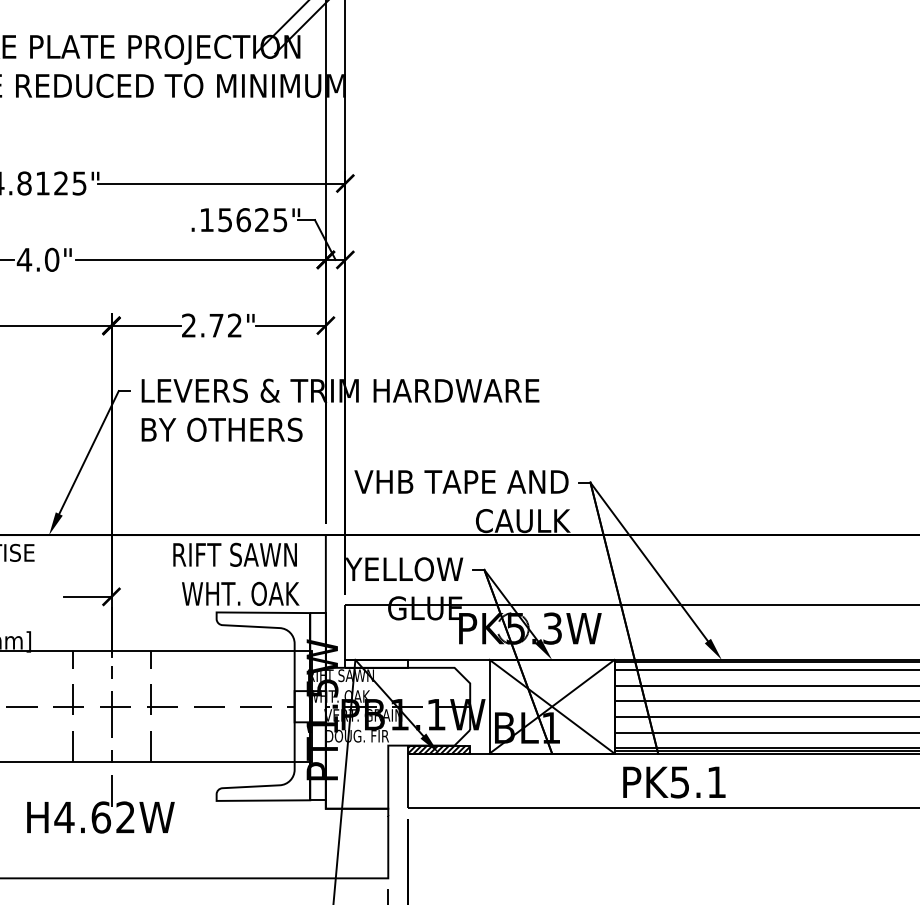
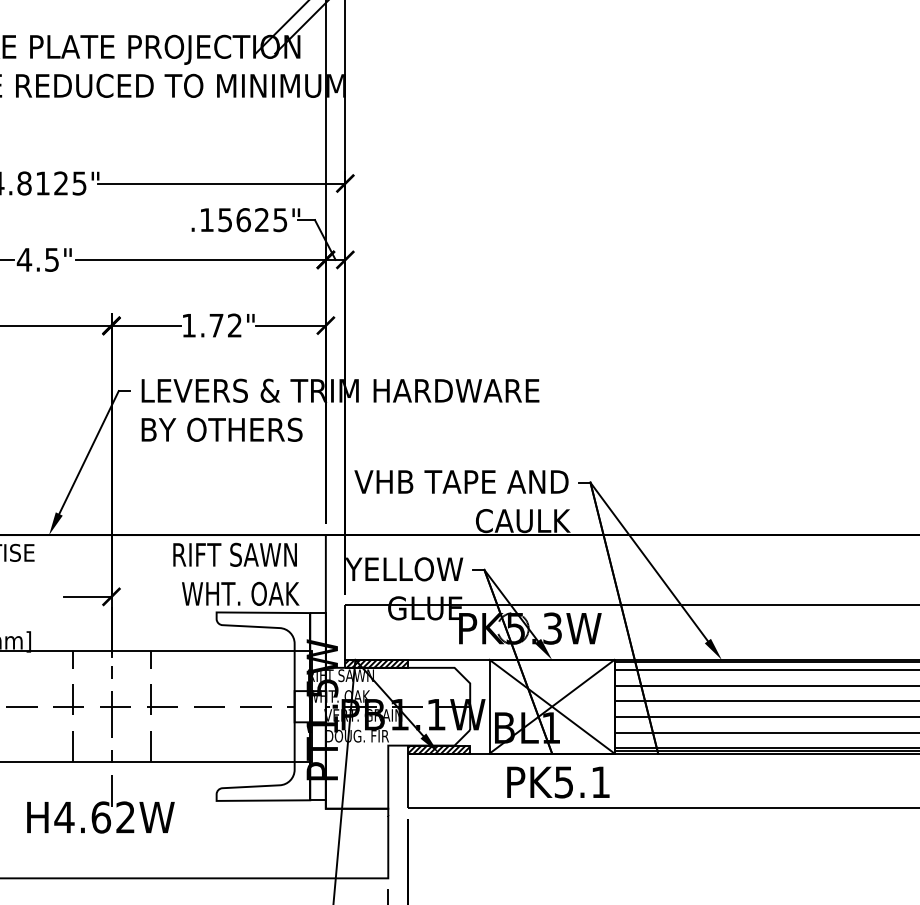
text at (51, 259): 4.0" -> 4.5"
text at (188, 325): 2.72" -> 1.72"
hatch at (376, 663): none -> present
text at (674, 782) position: (674, 782) -> (558, 782)
